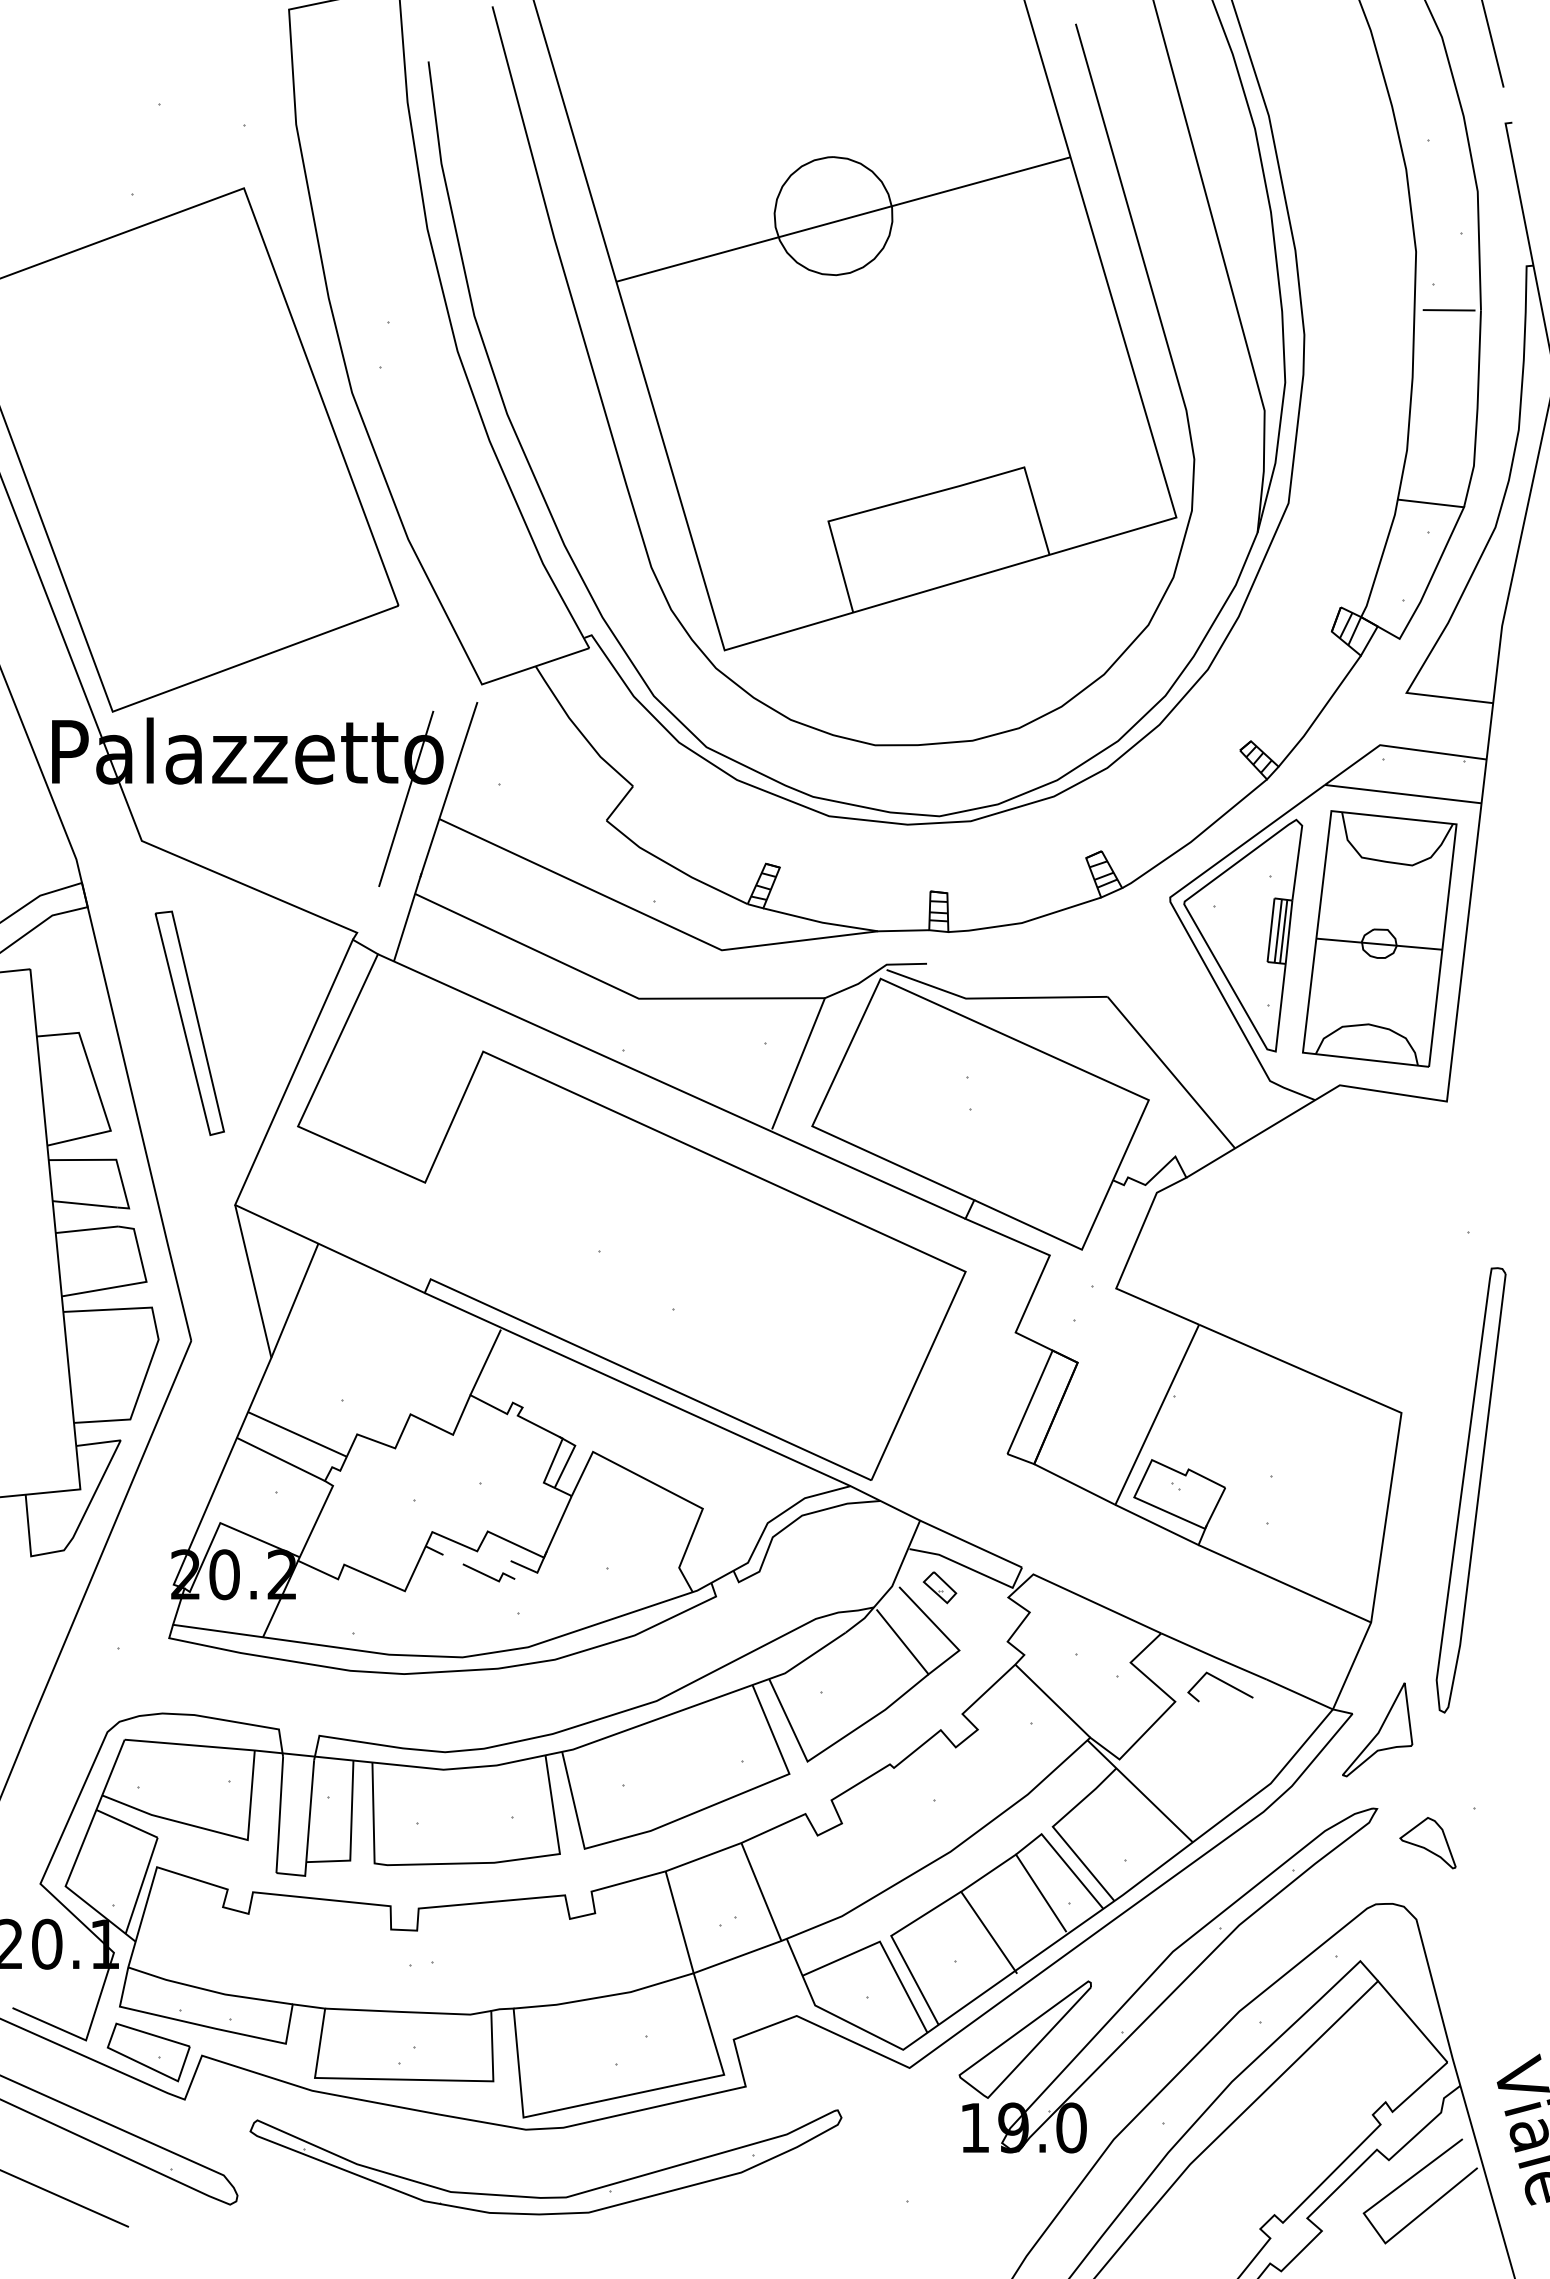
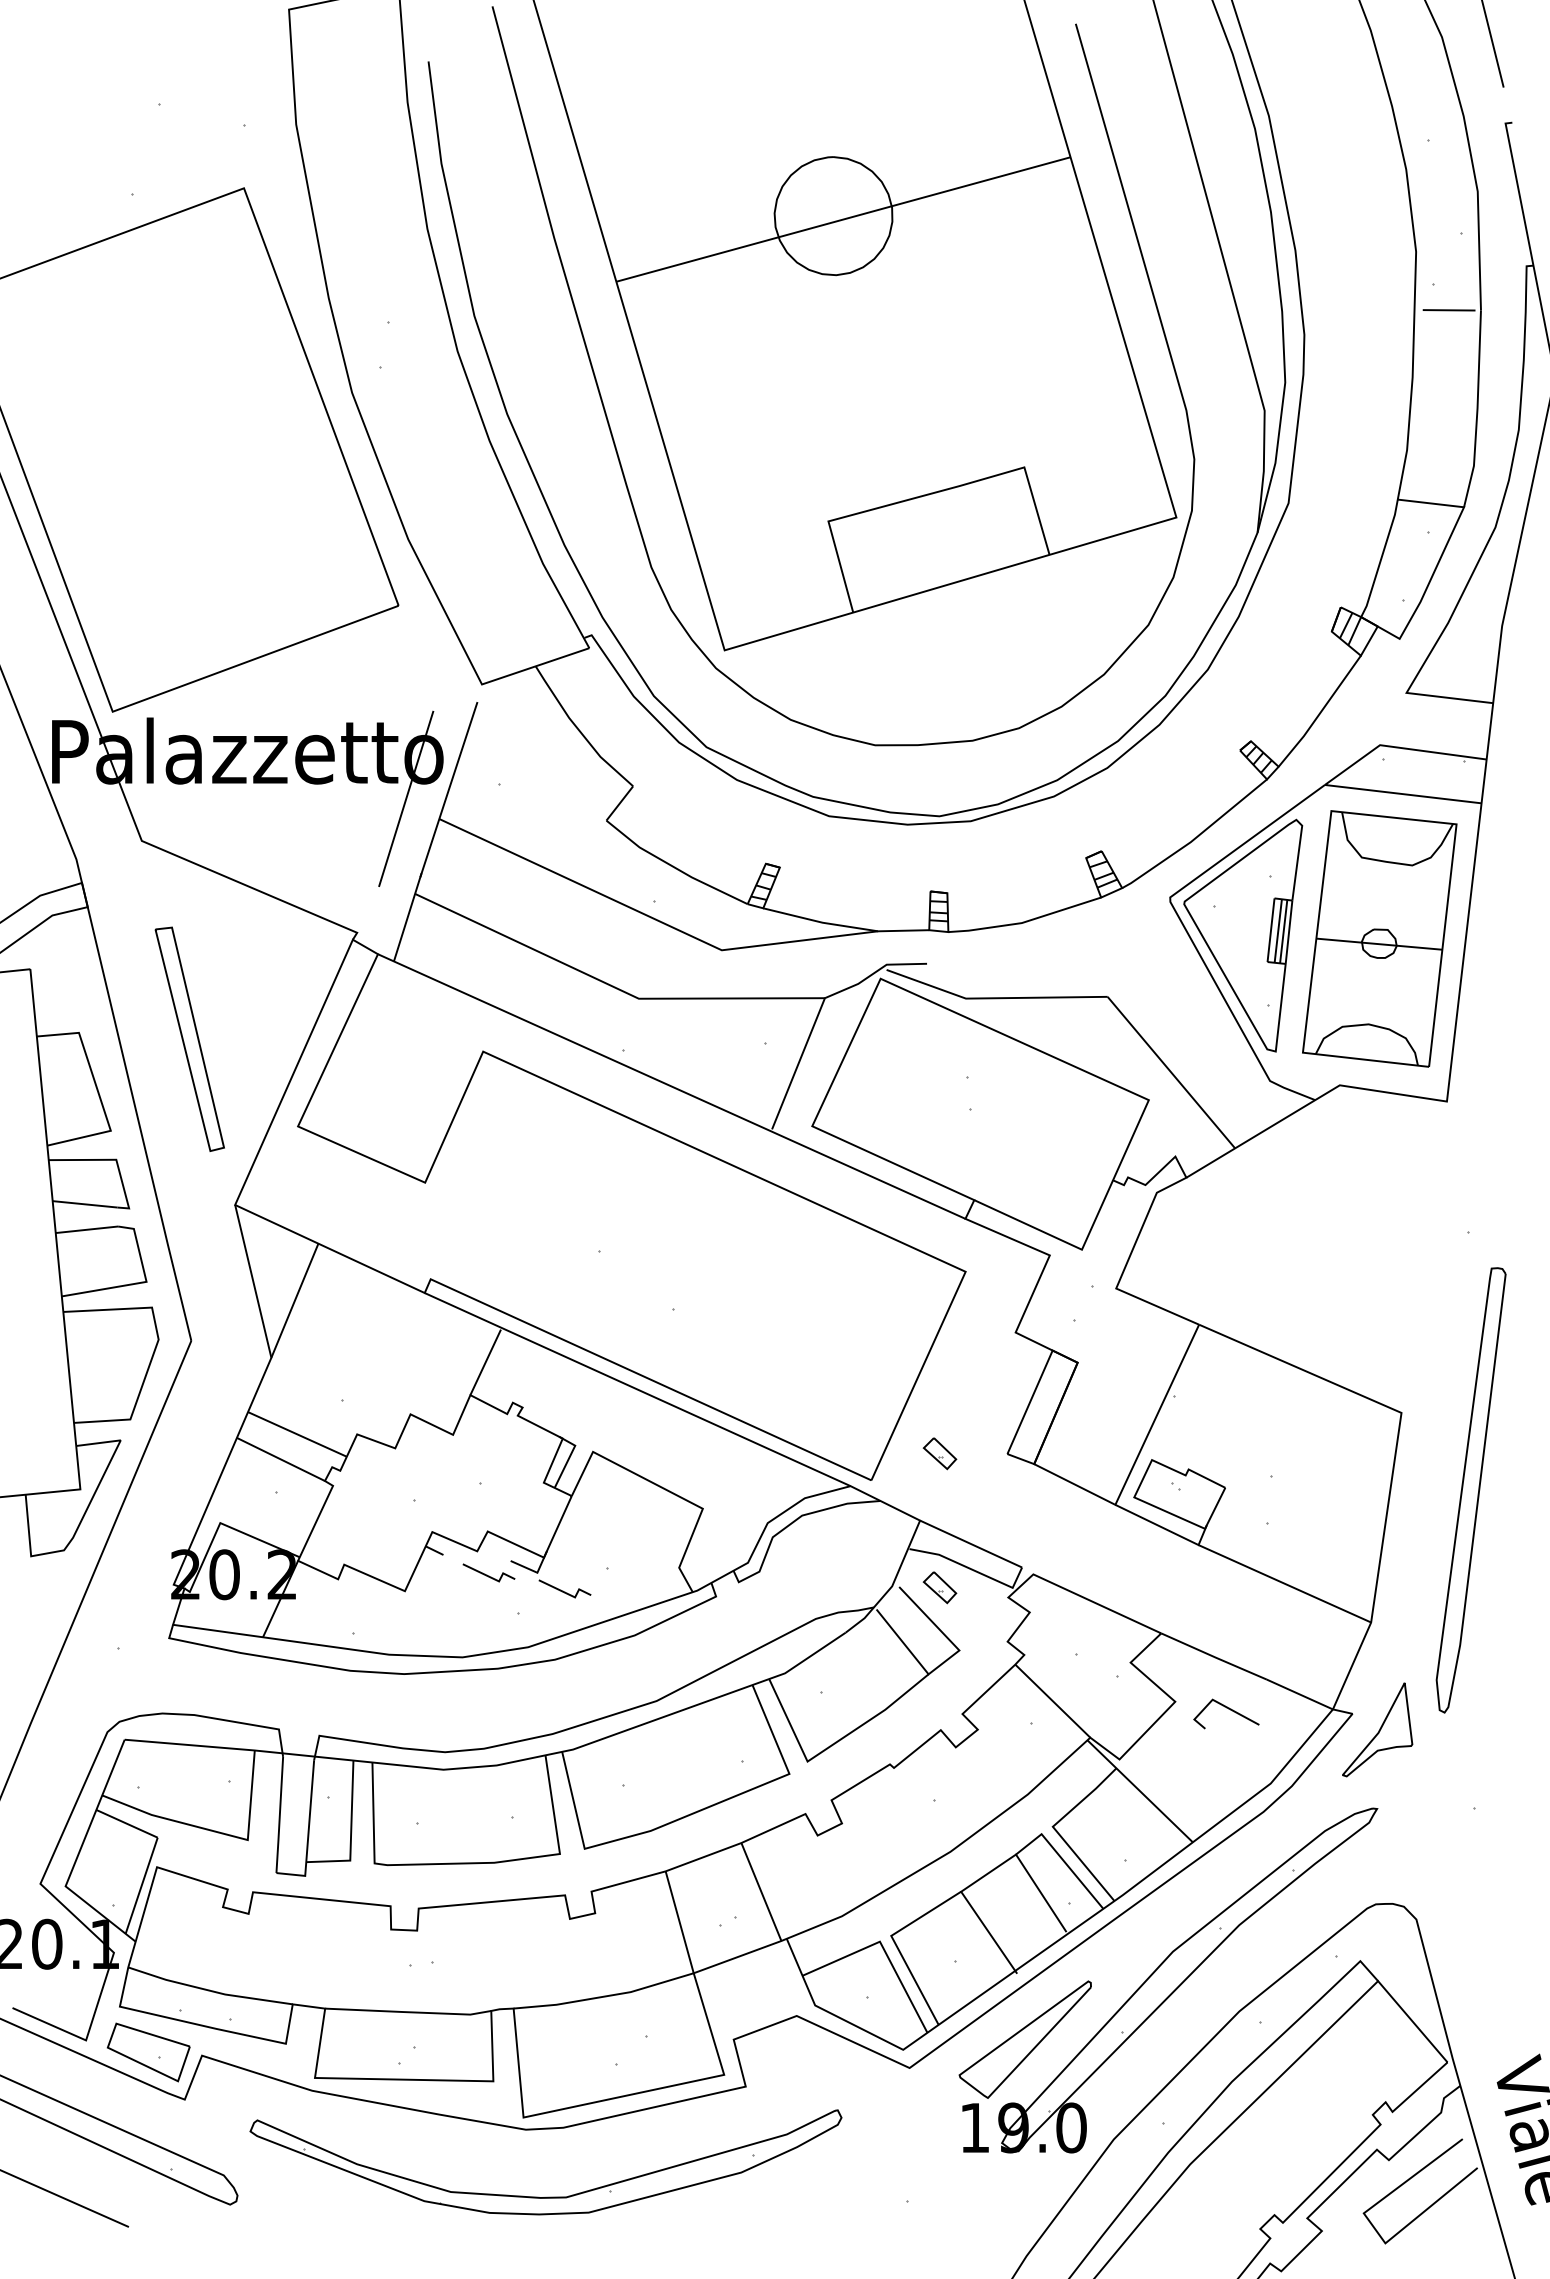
part at (189, 1022) position: (189, 1022) -> (189, 1038)
part at (939, 1453): none -> present
line at (563, 1590): none -> present
line at (1222, 1682) position: (1222, 1682) -> (1228, 1709)
part at (1427, 1843): present -> none
